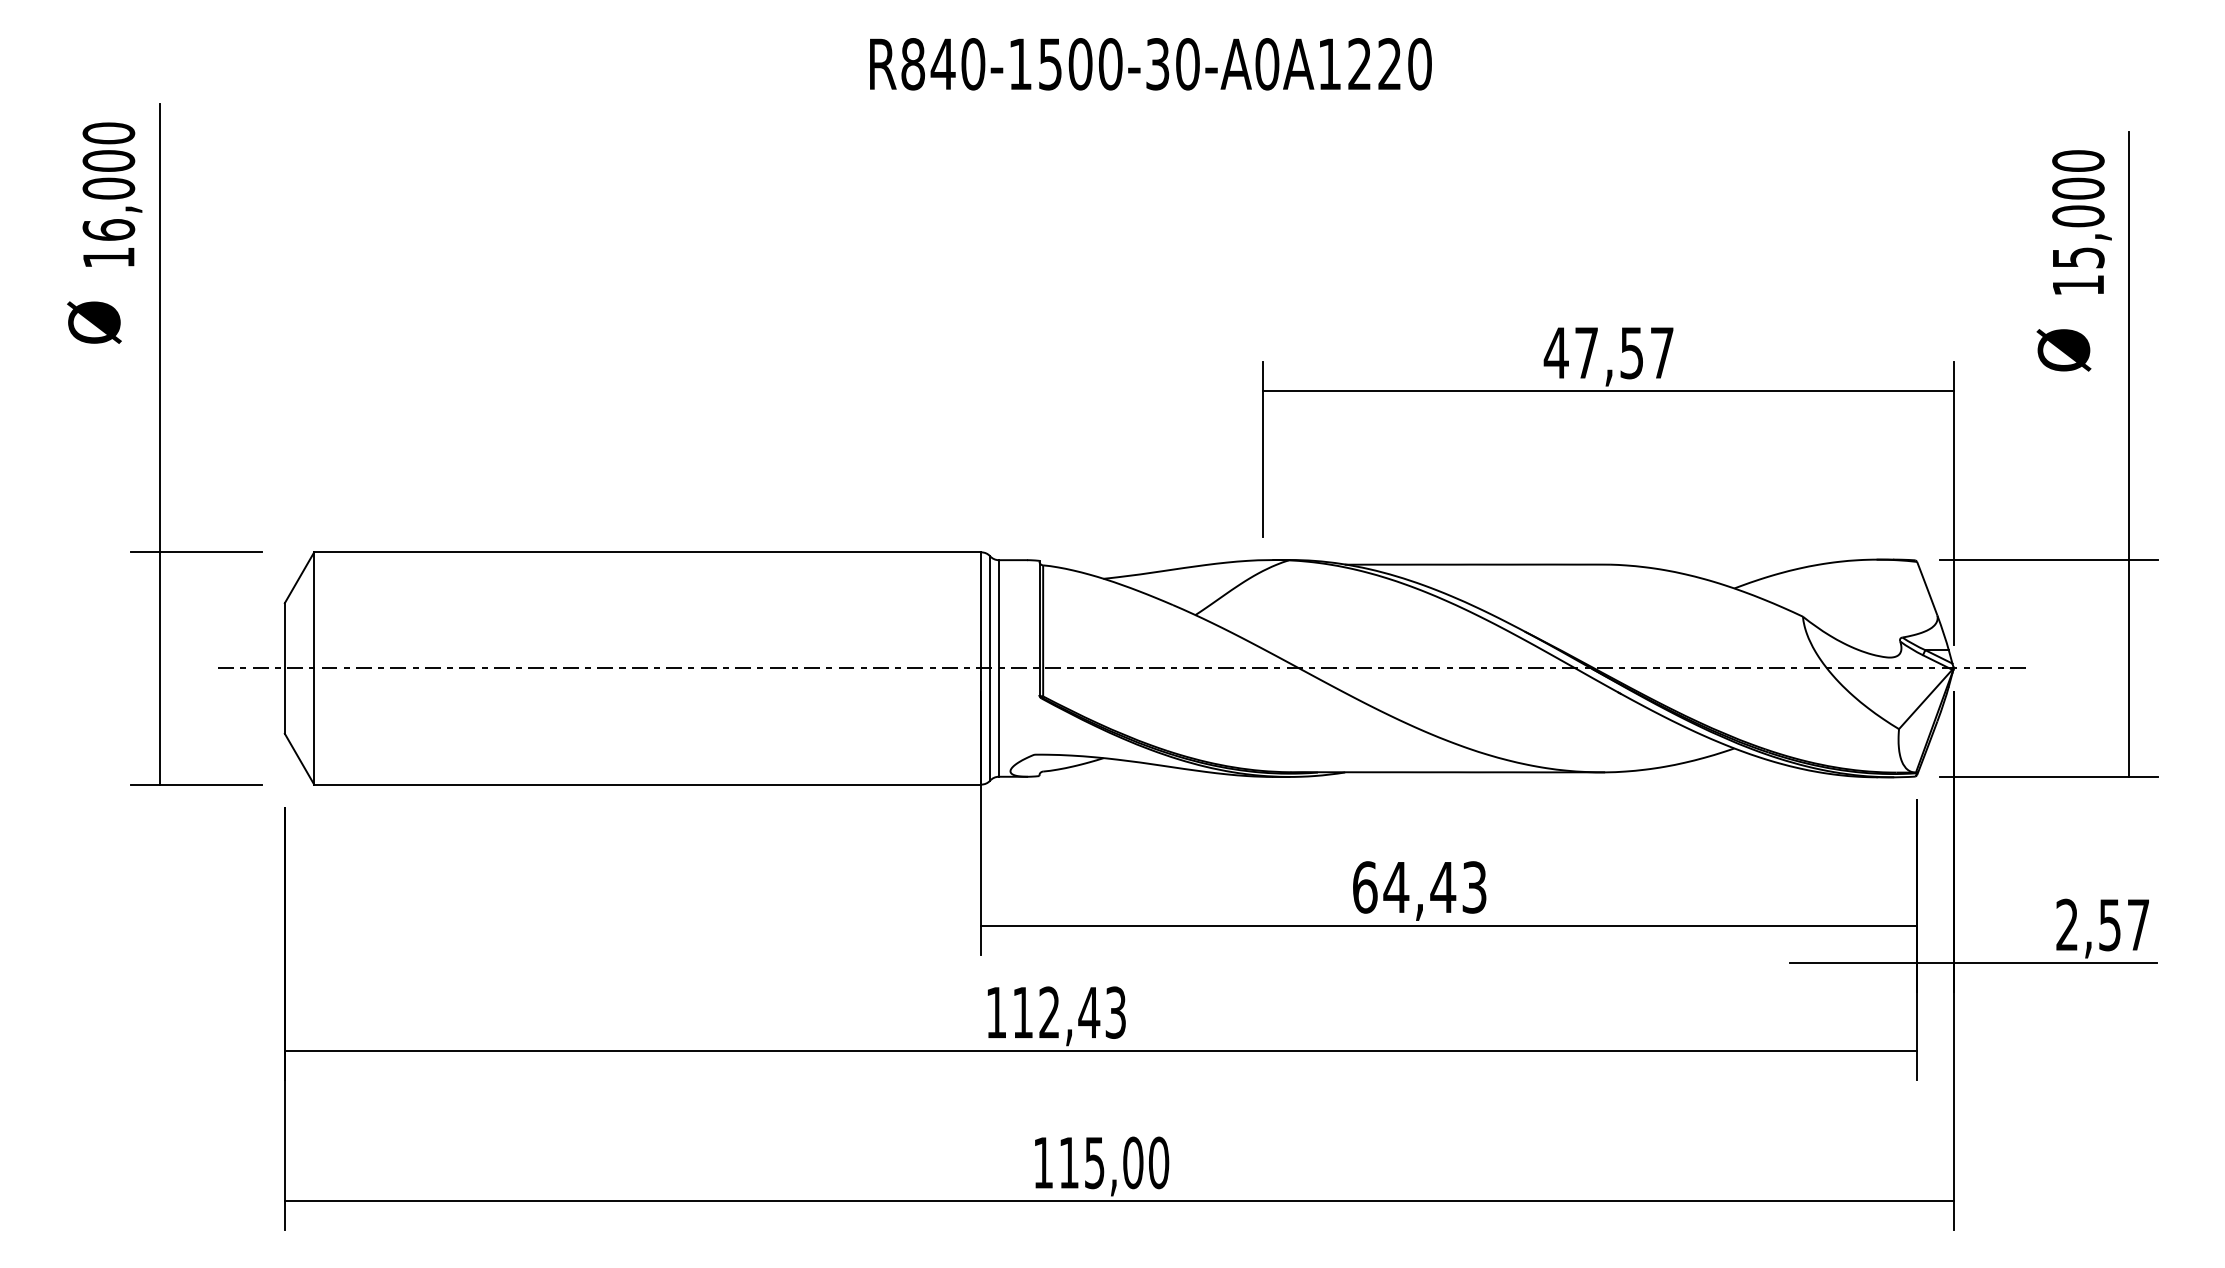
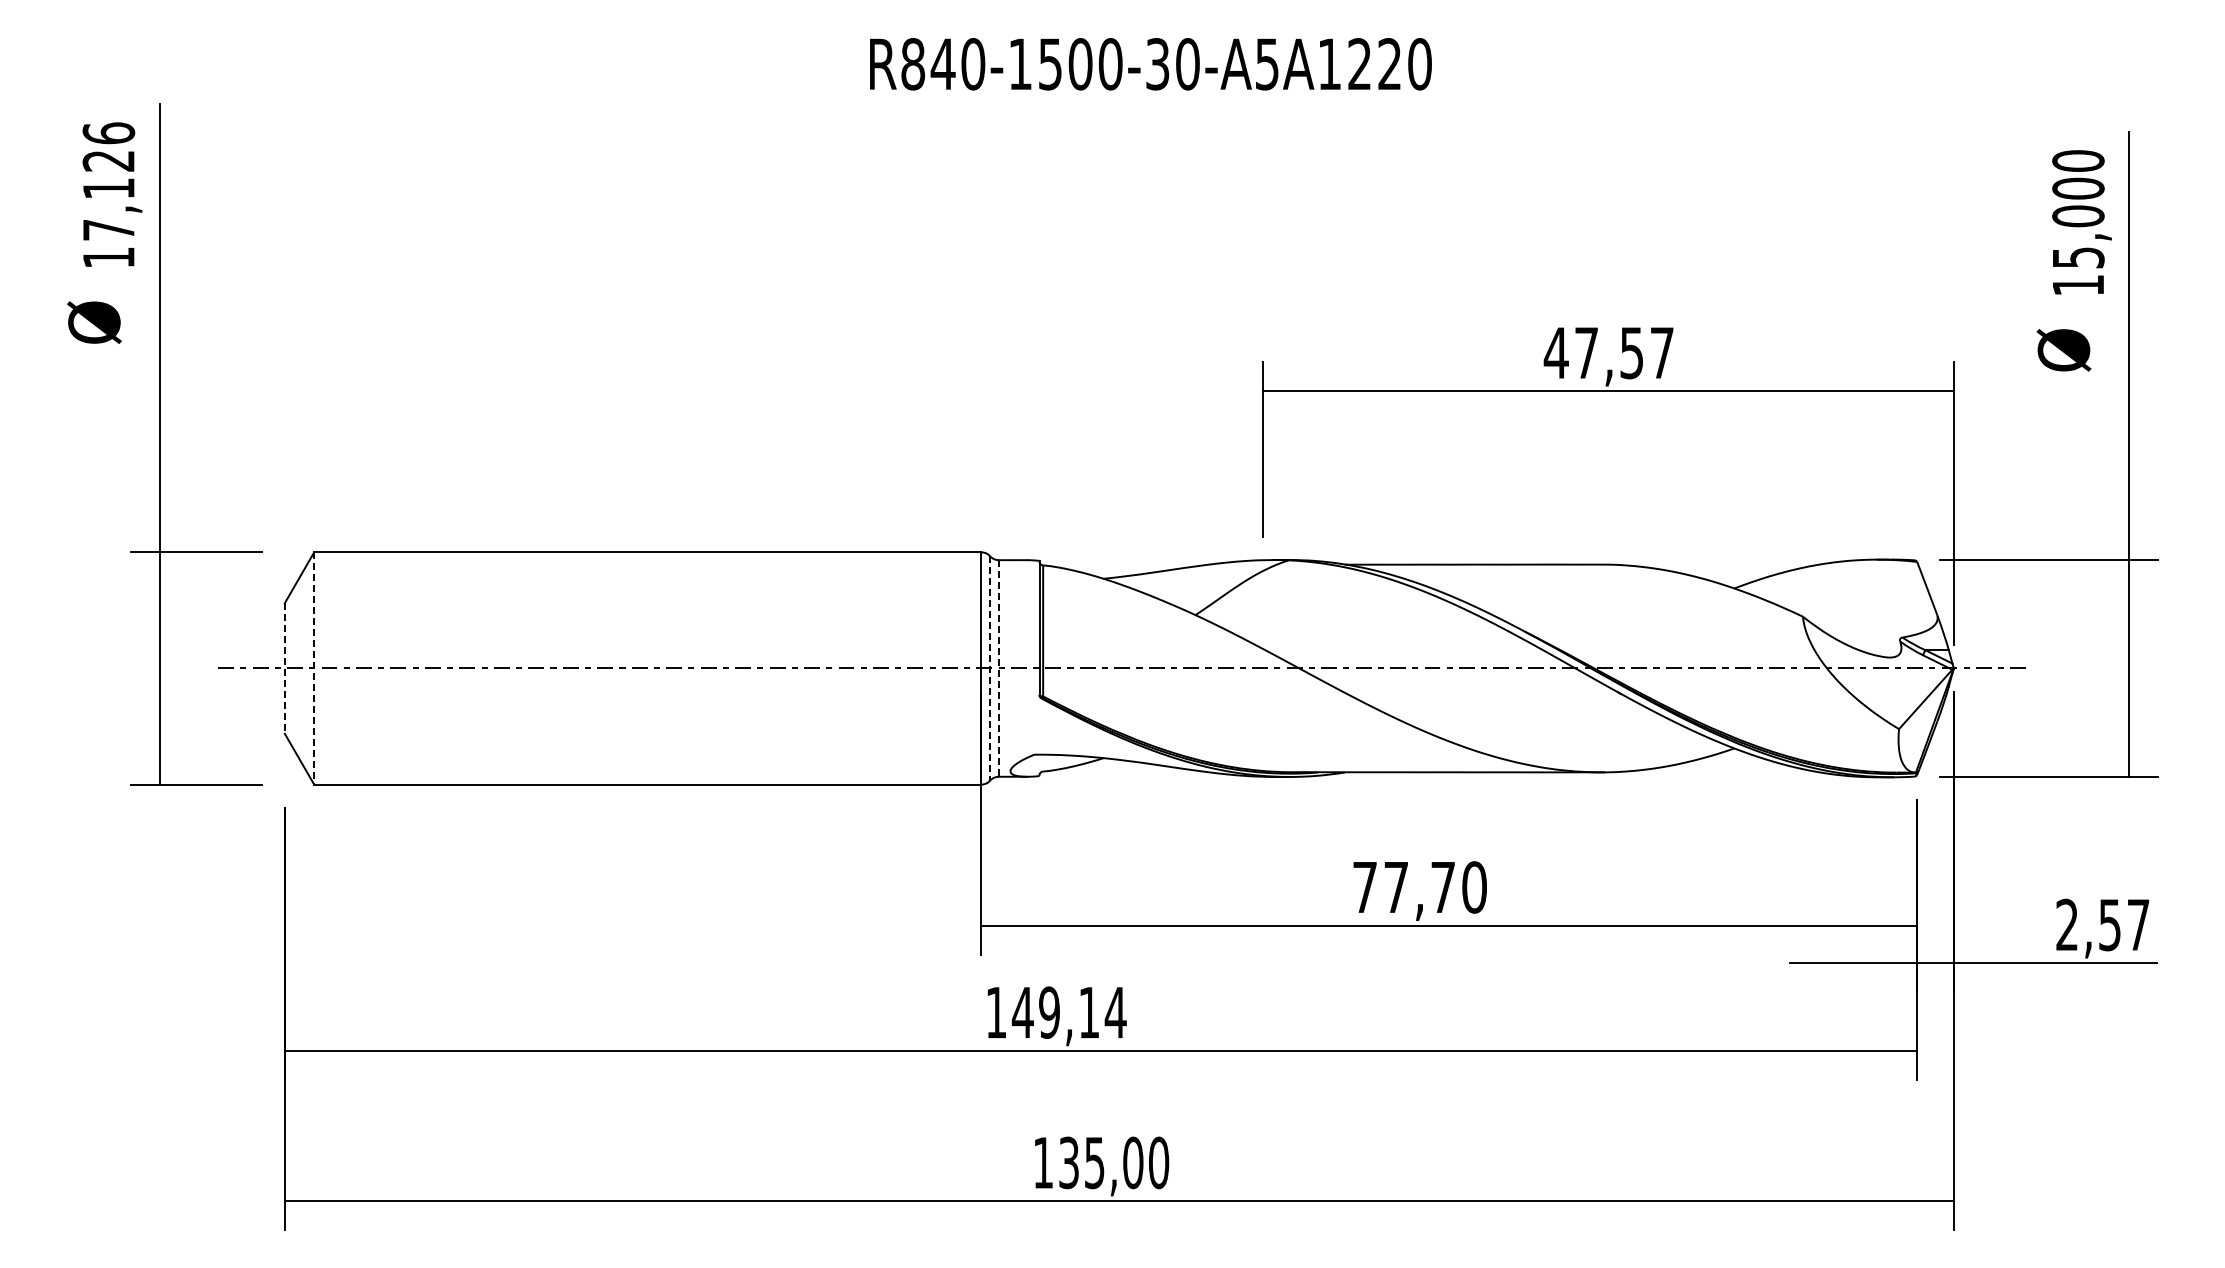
text at (1267, 64): R840-1500-30-A0A1220 -> R840-1500-30-A5A1220
text at (108, 181): 16,000 -> 17,126
line at (284, 668): solid -> dashed
line at (314, 668): solid -> dashed
line at (990, 668): solid -> dashed
line at (998, 668): solid -> dashed
text at (1419, 887): 64,43 -> 77,70
text at (1068, 1012): 112,43 -> 149,14
text at (1068, 1162): 115,00 -> 135,00
